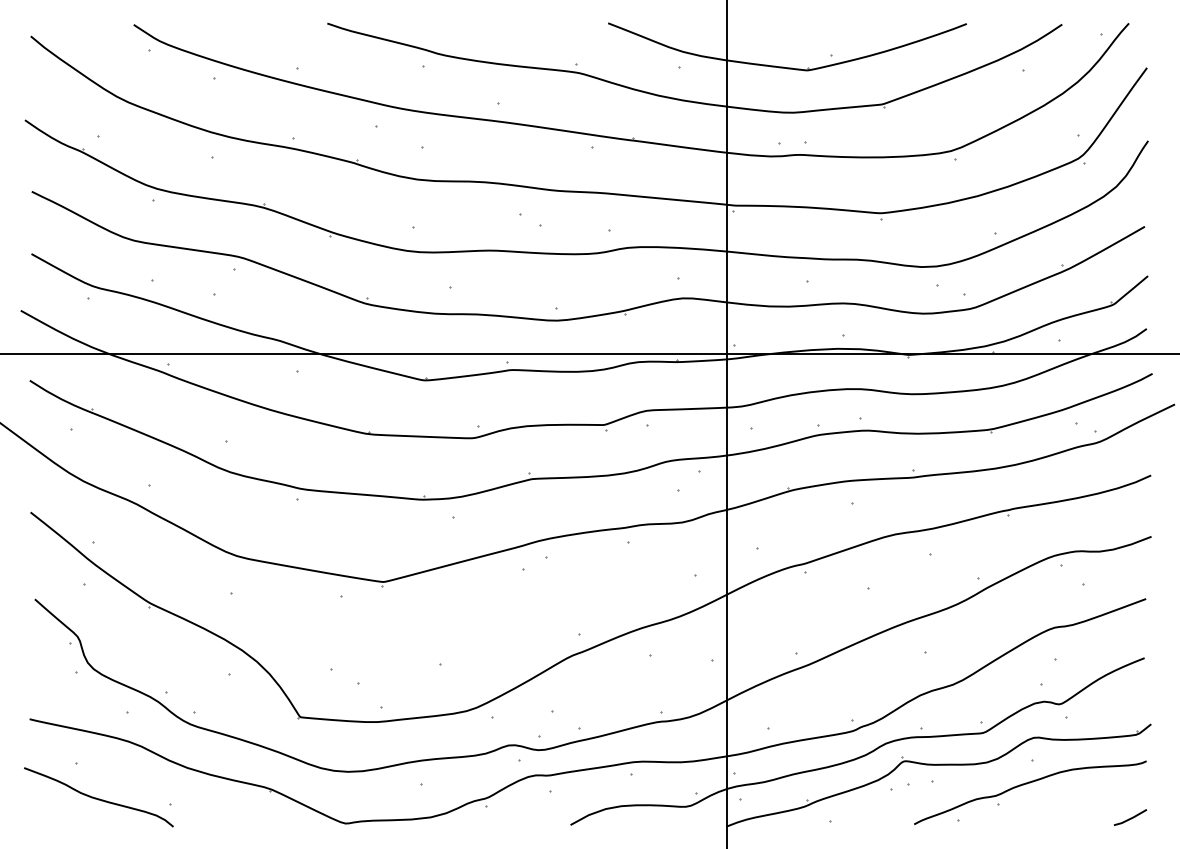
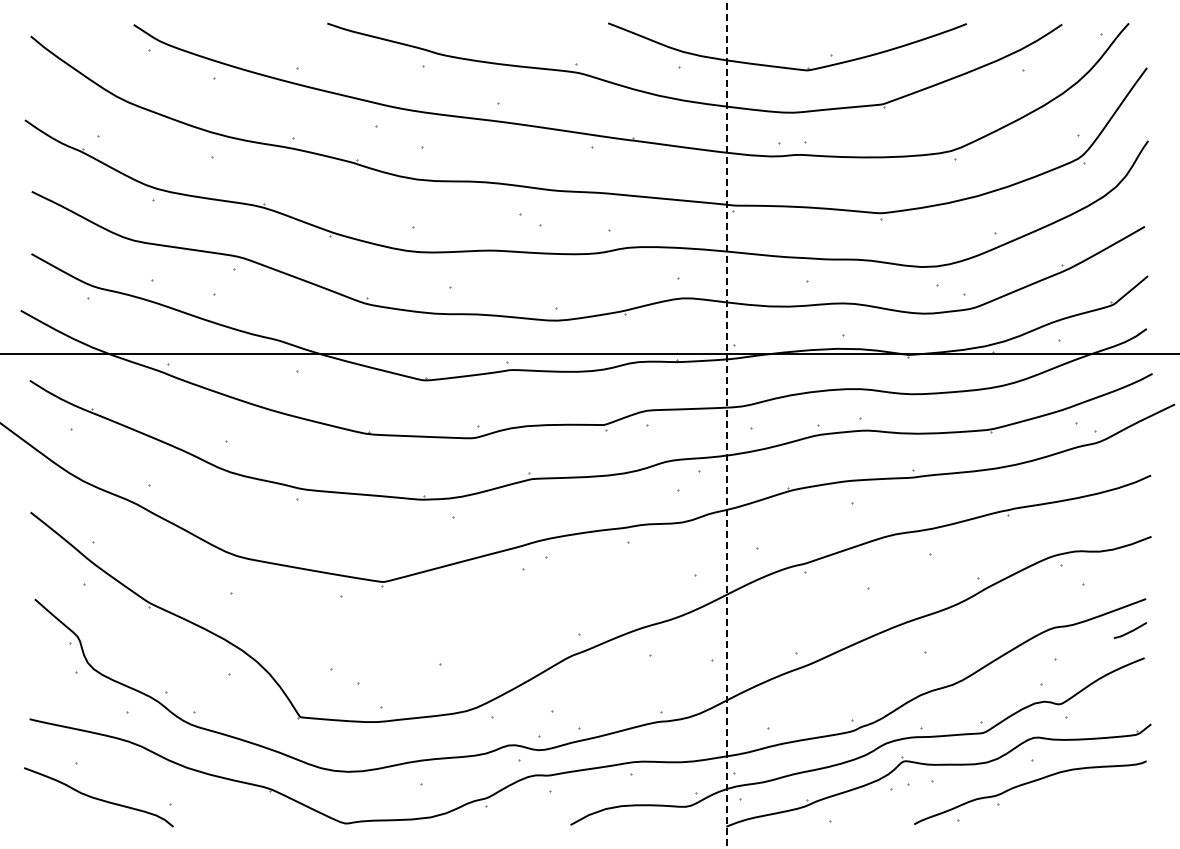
line at (726, 423): solid -> dashed
line at (1130, 817) position: (1130, 817) -> (1130, 630)
